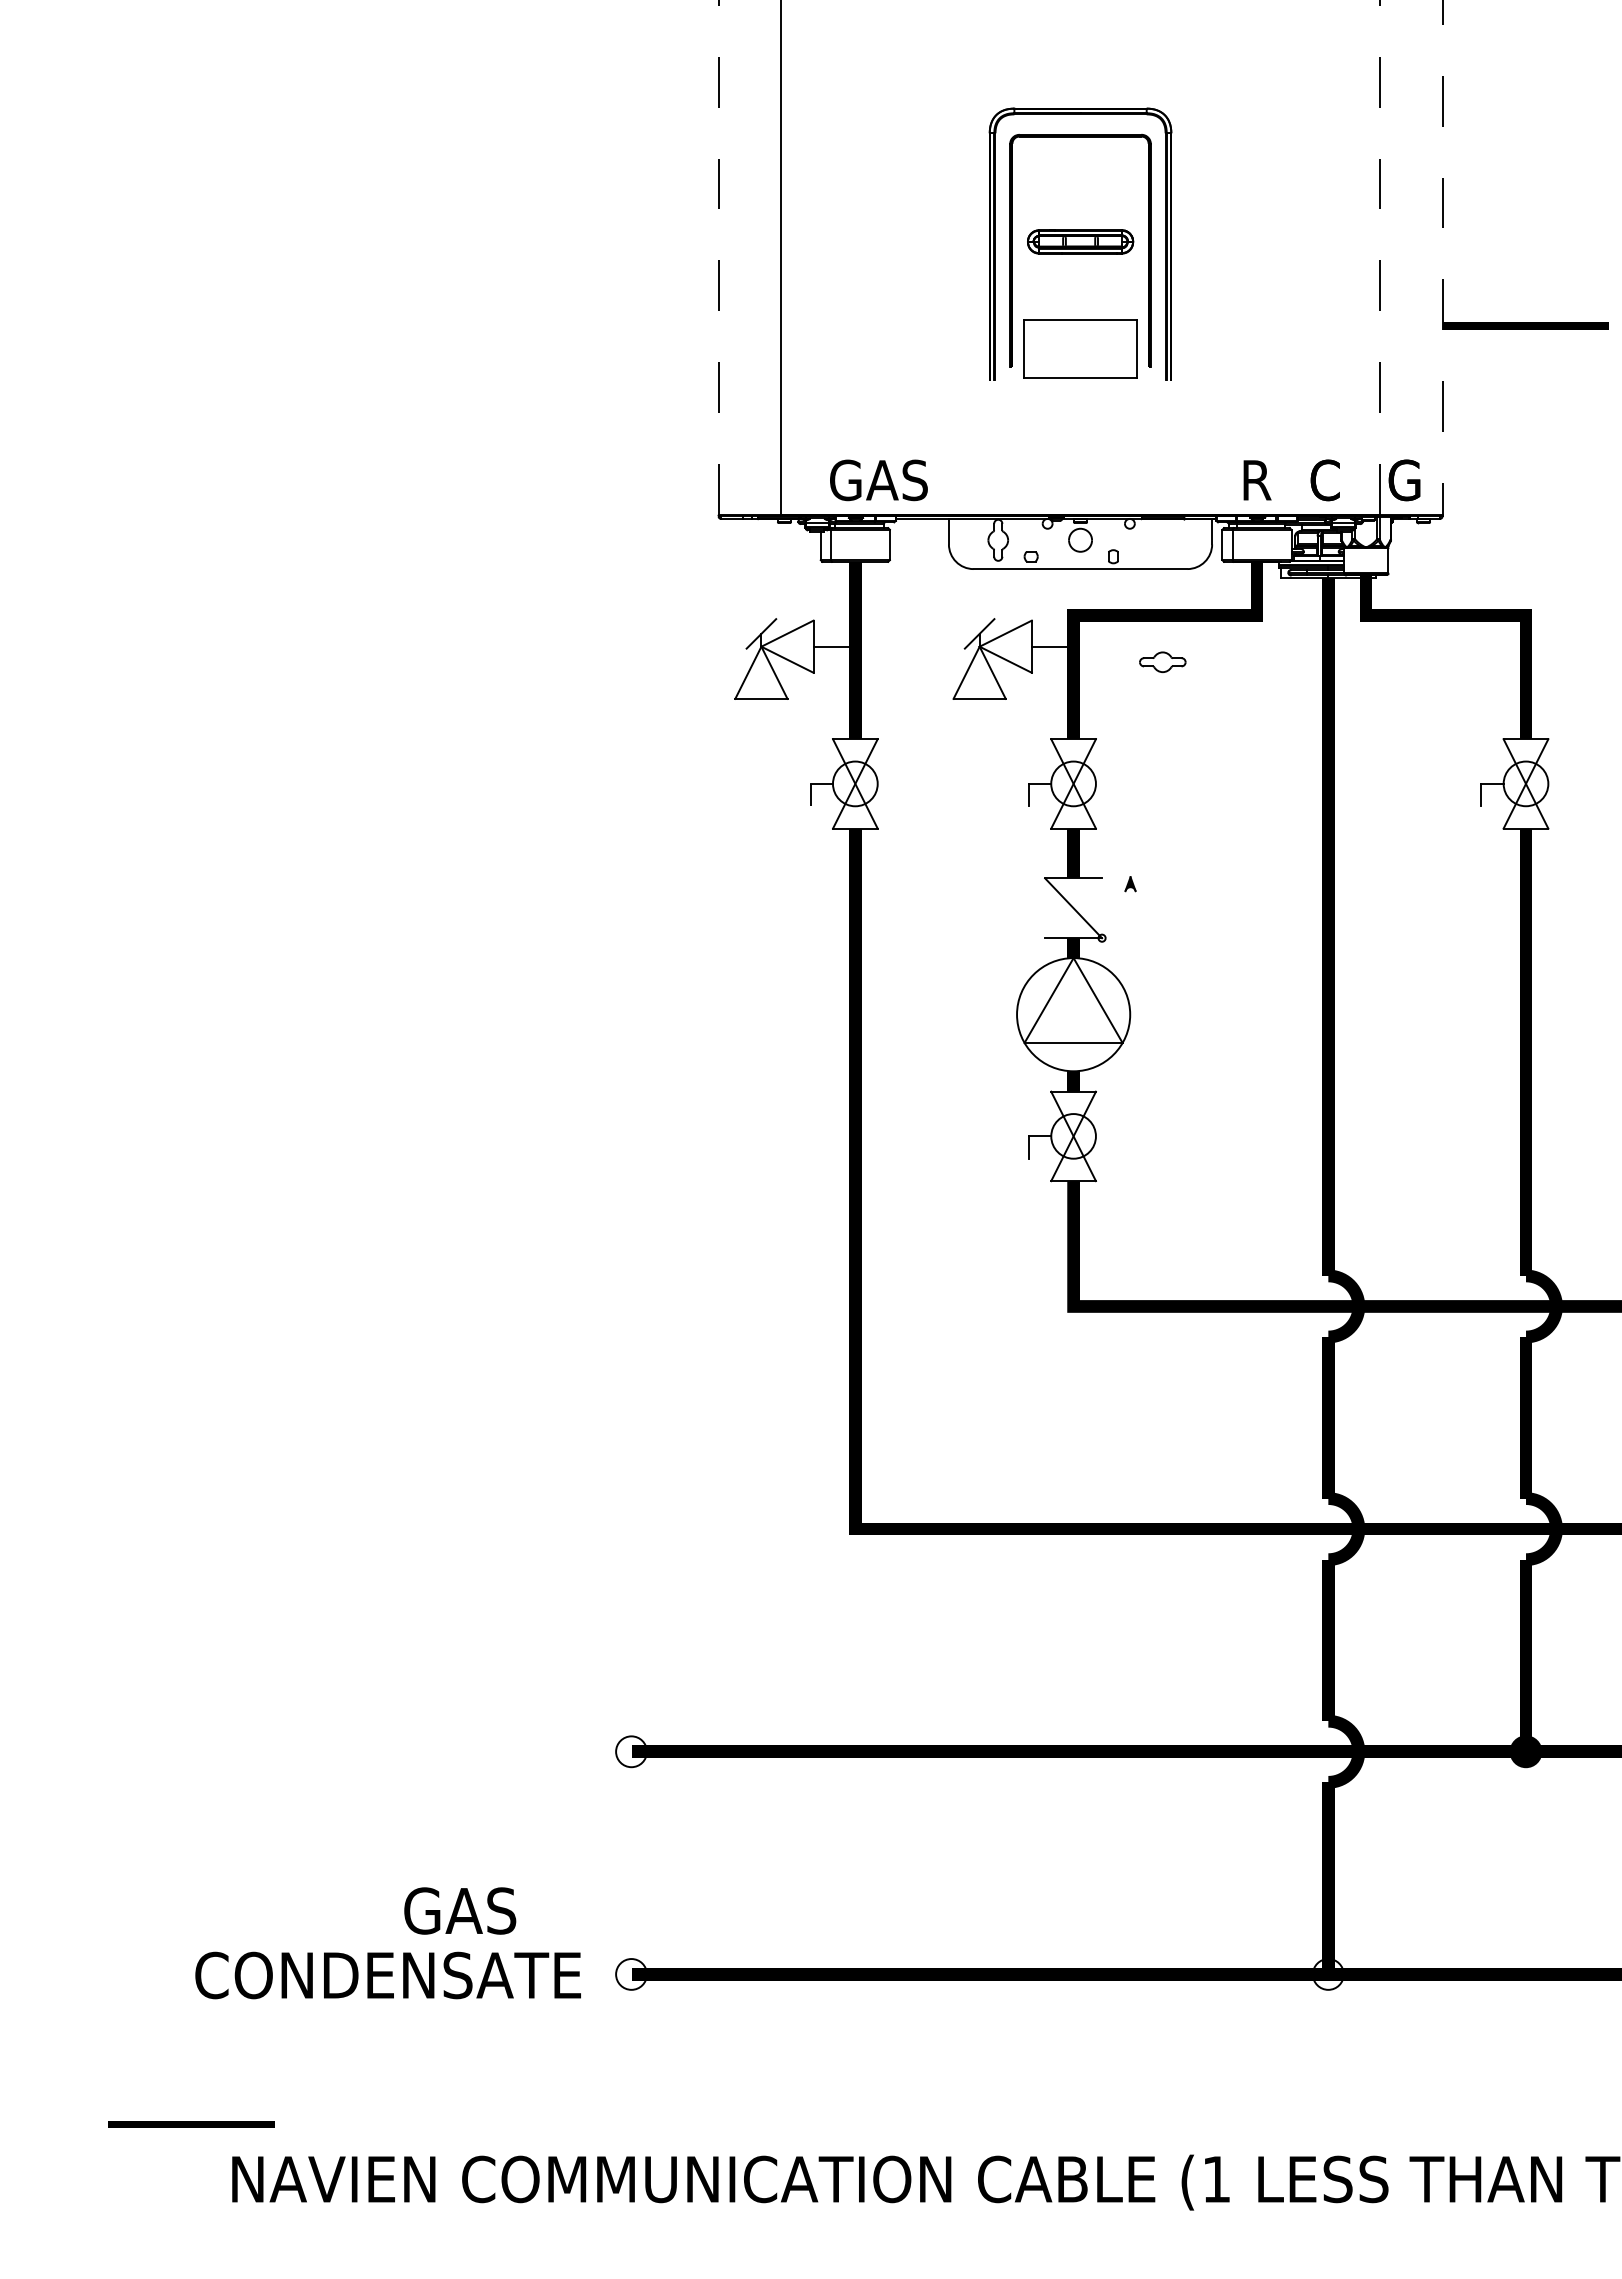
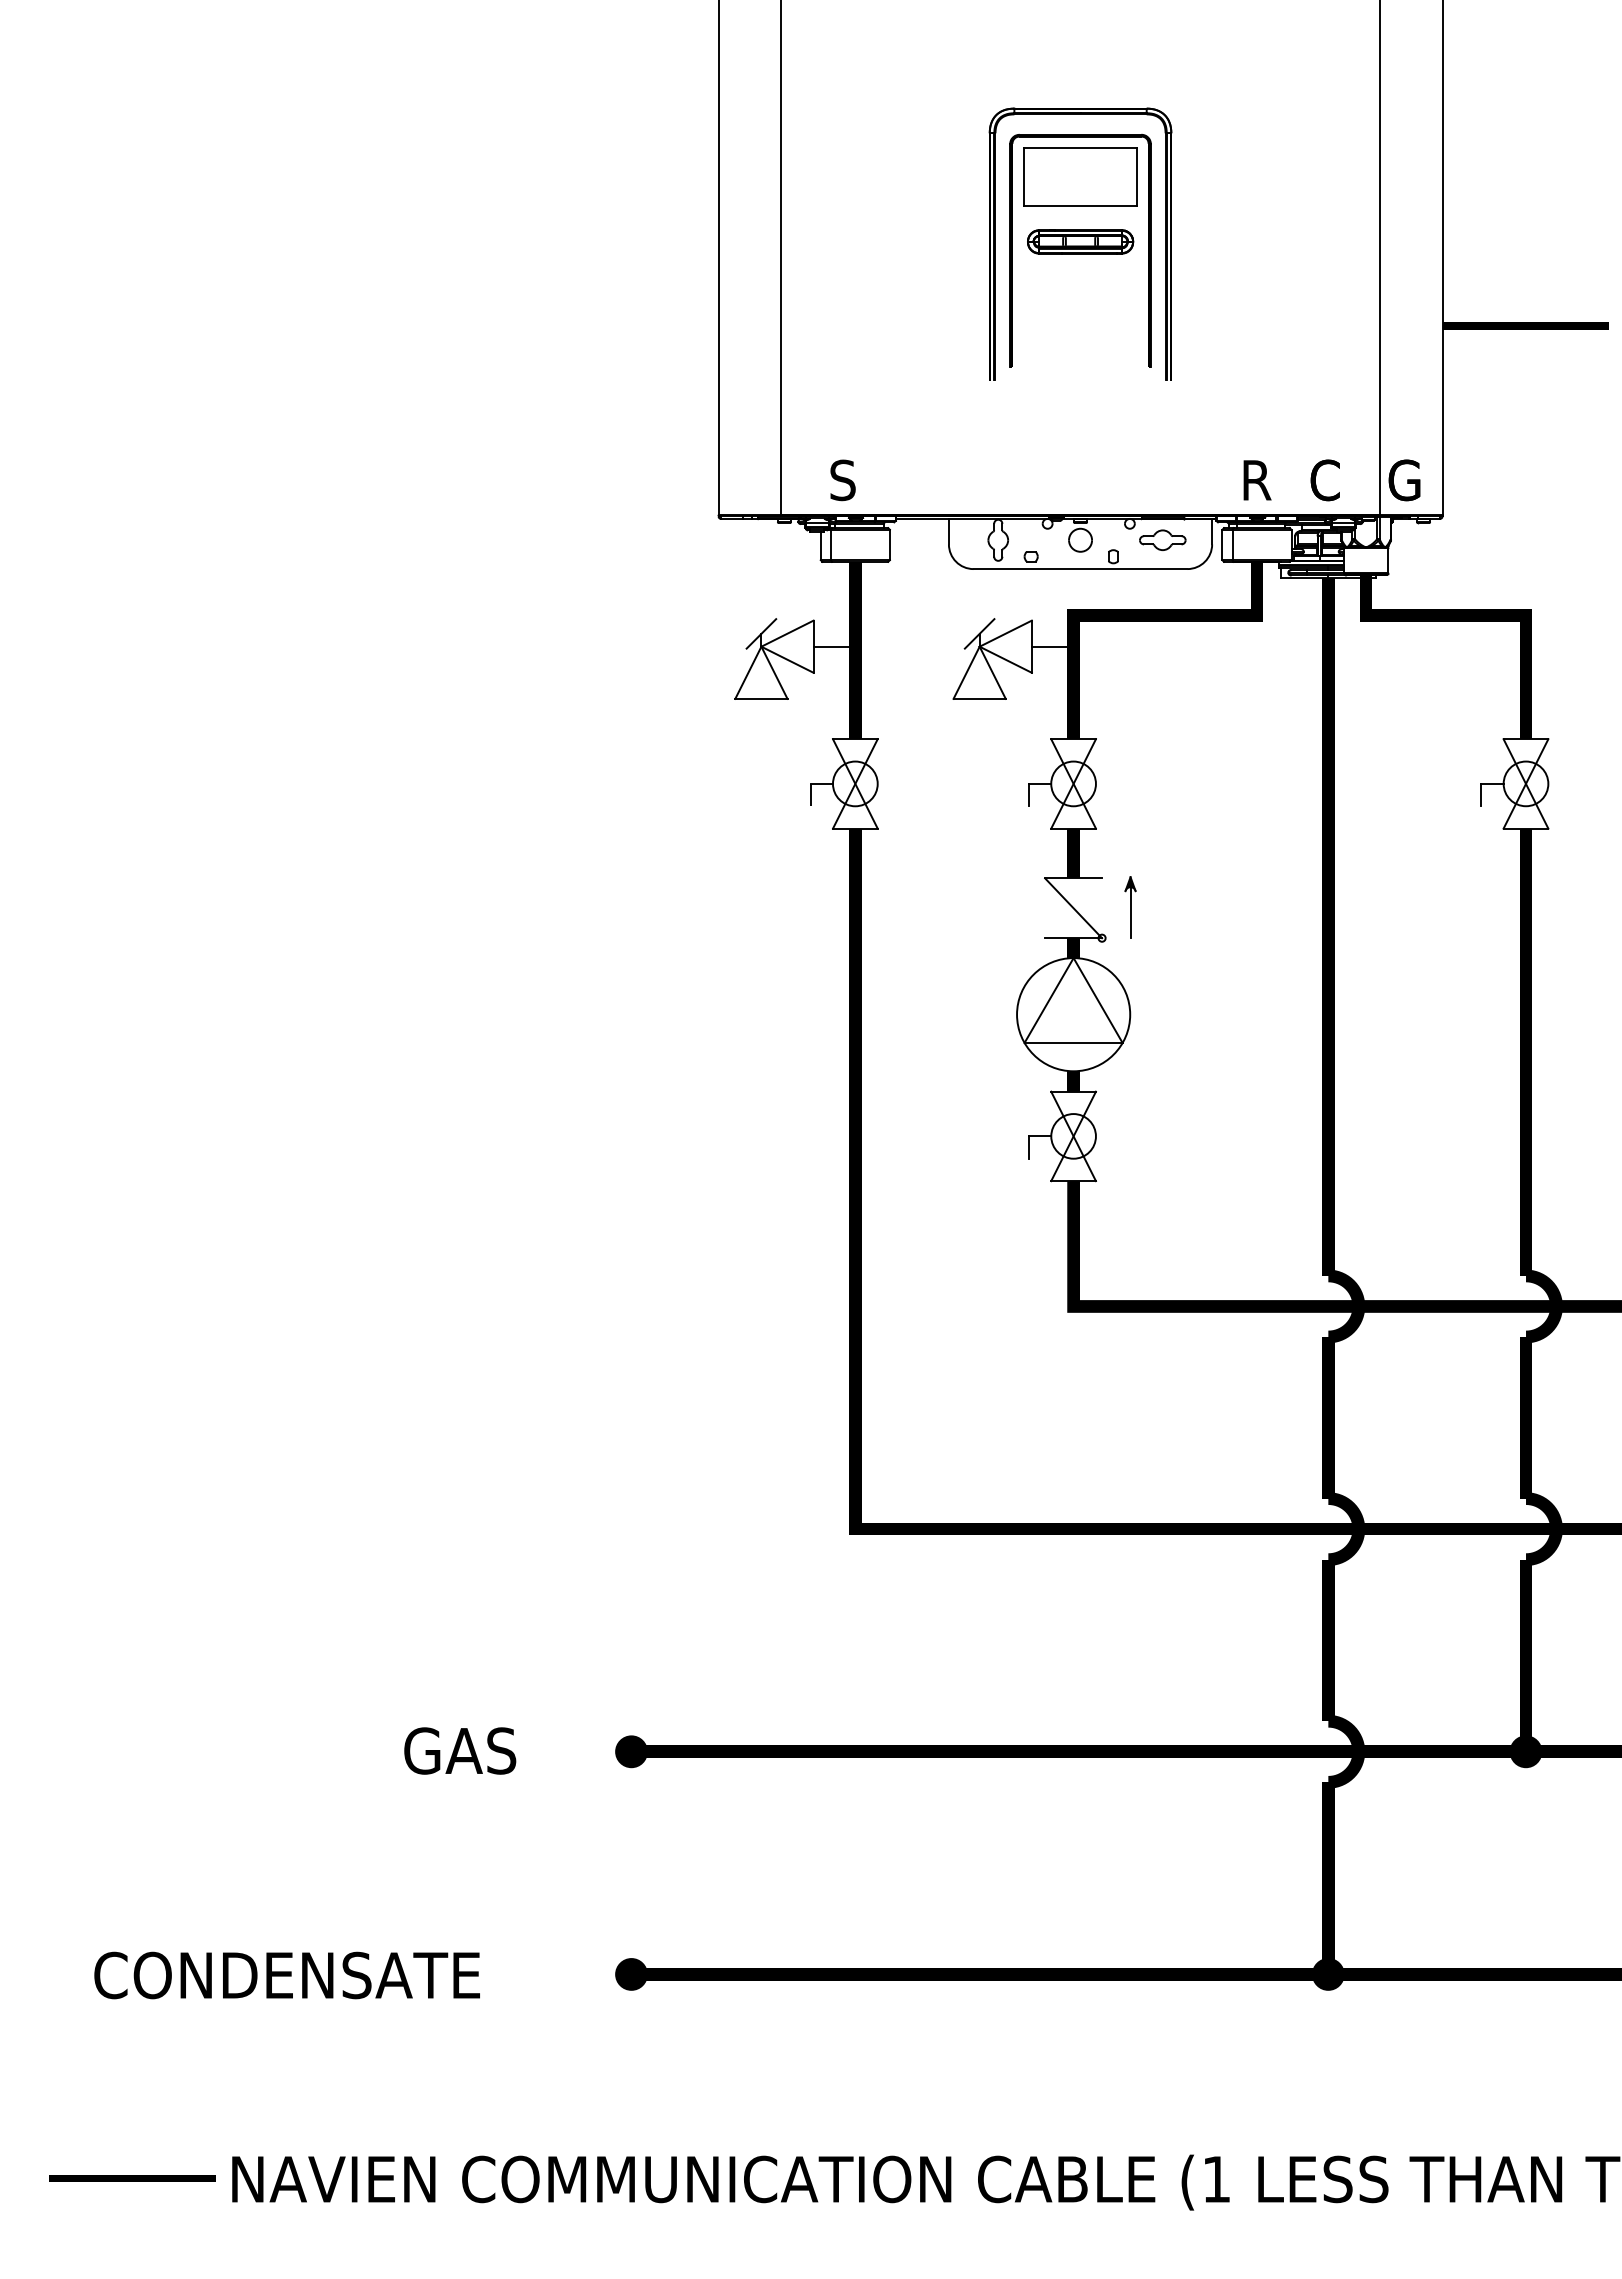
line at (718, 256): dashed -> solid
line at (1380, 256): dashed -> solid
line at (1442, 257): dashed -> solid
part at (1080, 348) position: (1080, 348) -> (1080, 176)
text at (878, 480): GAS -> S
part at (1162, 661) position: (1162, 661) -> (1162, 539)
line at (1130, 912): none -> present
fill at (631, 1751): none -> present
text at (460, 1910) position: (460, 1910) -> (460, 1750)
fill at (631, 1974): none -> present
fill at (1327, 1974): none -> present
text at (387, 1975) position: (387, 1975) -> (286, 1975)
line at (191, 2124) position: (191, 2124) -> (132, 2178)
